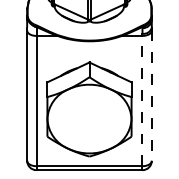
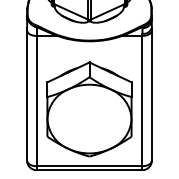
line at (151, 96): dashed -> solid
line at (142, 100): dashed -> solid
